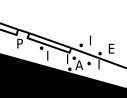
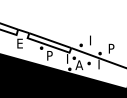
text at (20, 43): P -> E
text at (112, 48): E -> P
text at (50, 53): I -> P
